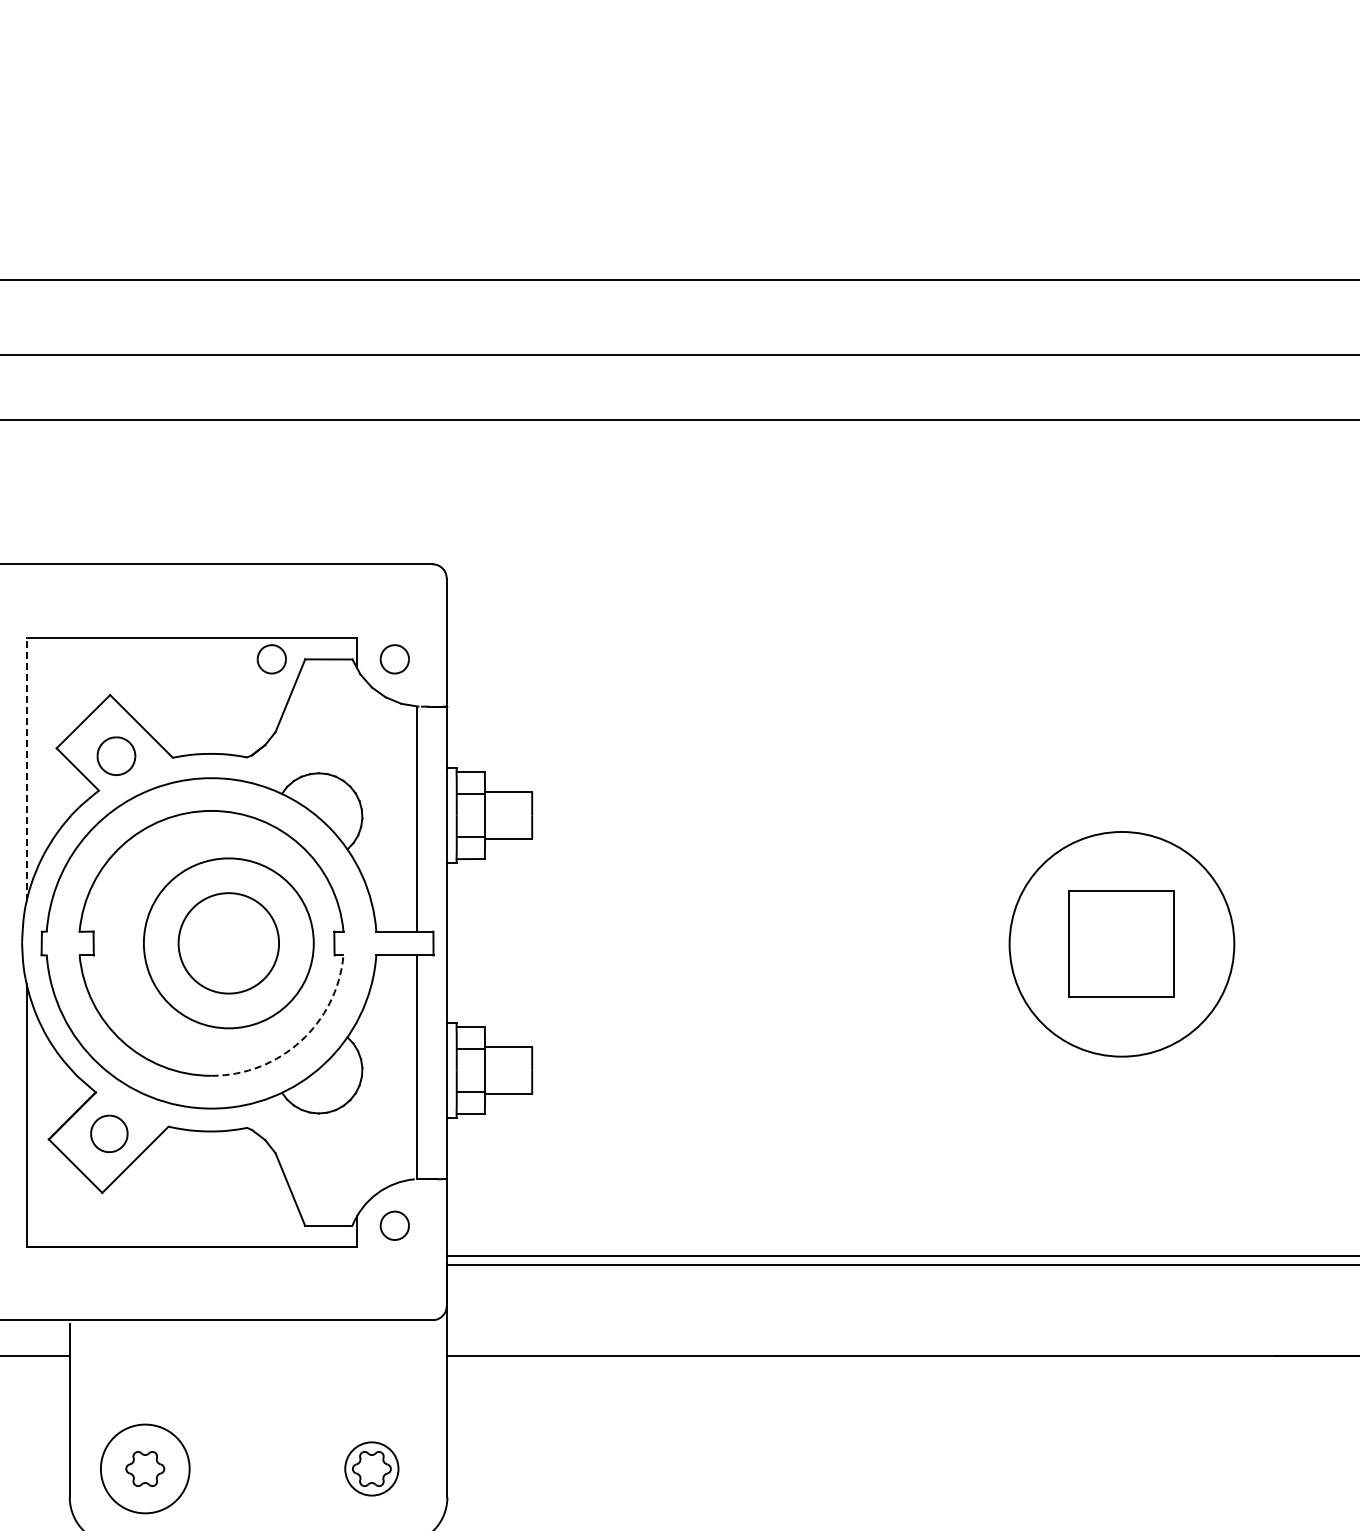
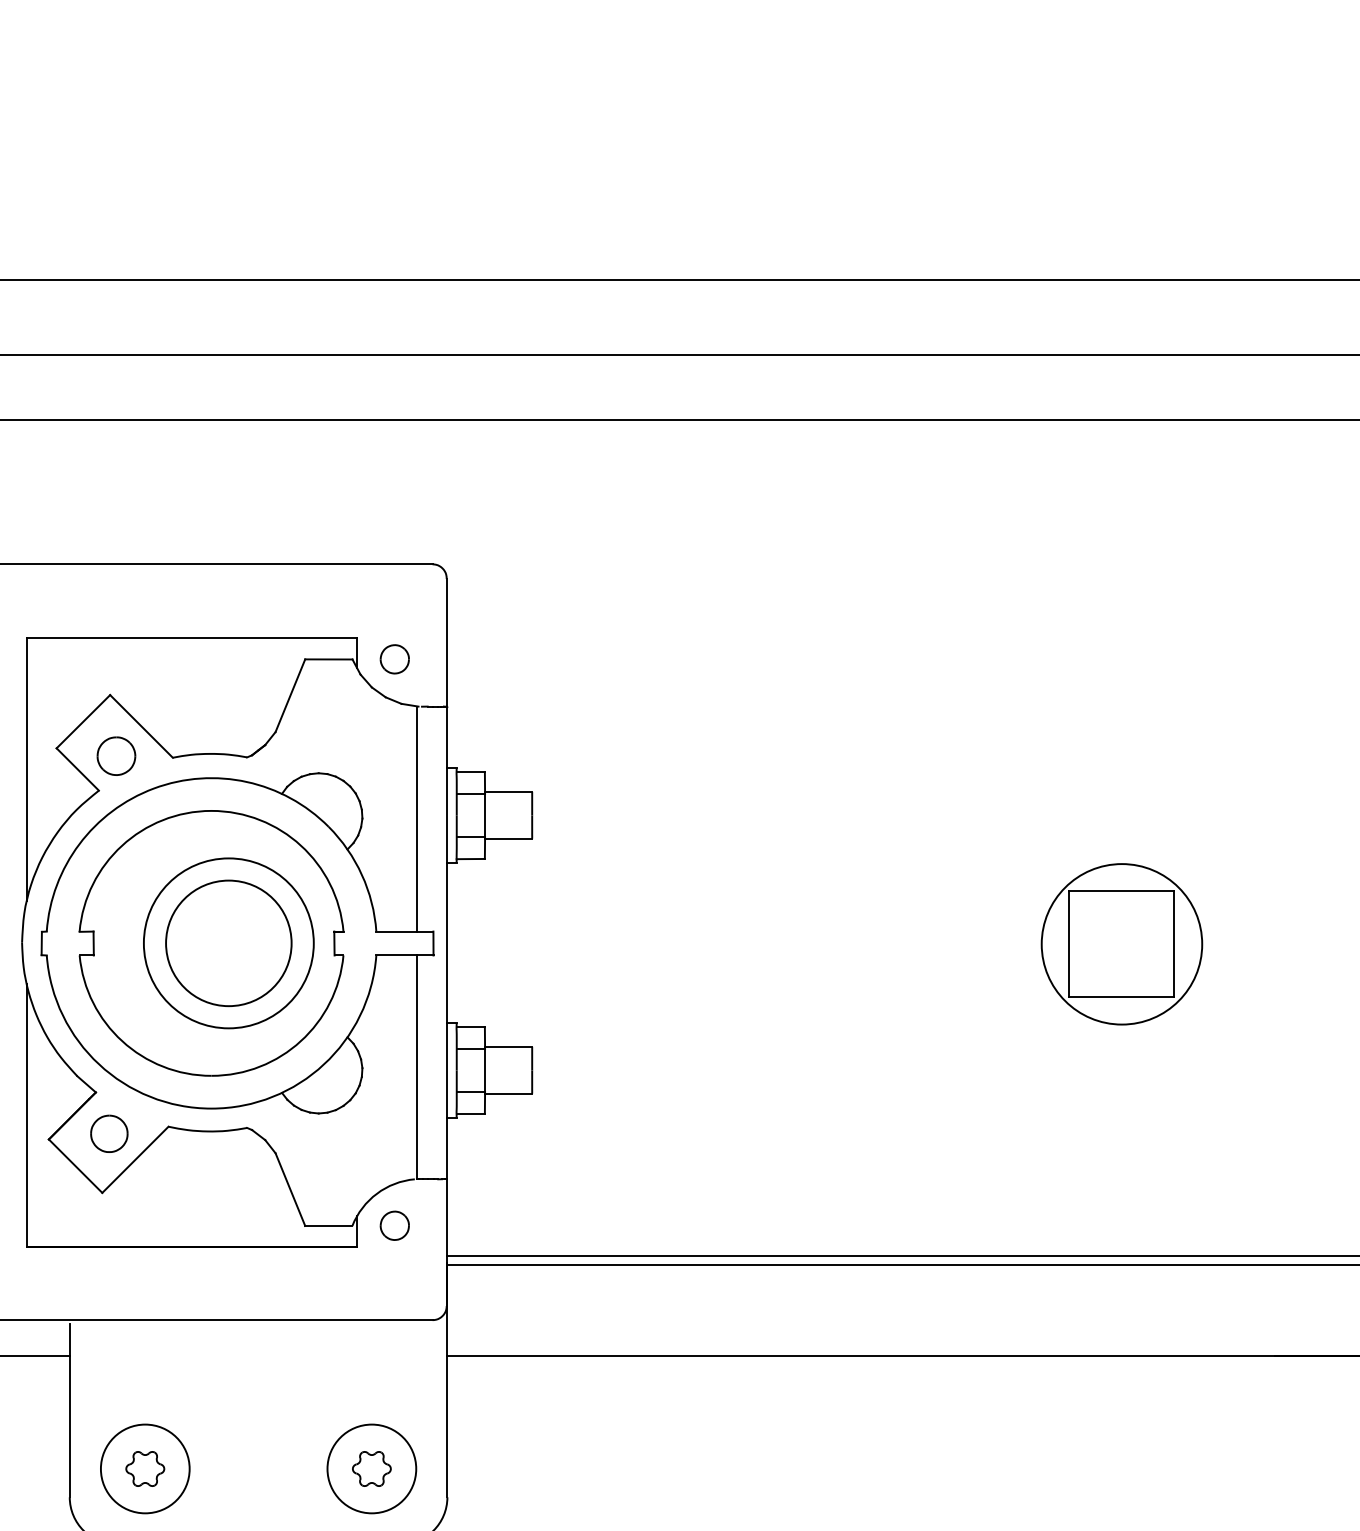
part at (271, 659): present -> none
line at (26, 769): dashed -> solid
circle at (228, 943) diameter: 100 px -> 126 px
circle at (1121, 943) diameter: 225 px -> 160 px
arc at (300, 1041): dashed -> solid
circle at (371, 1468) diameter: 53 px -> 89 px
